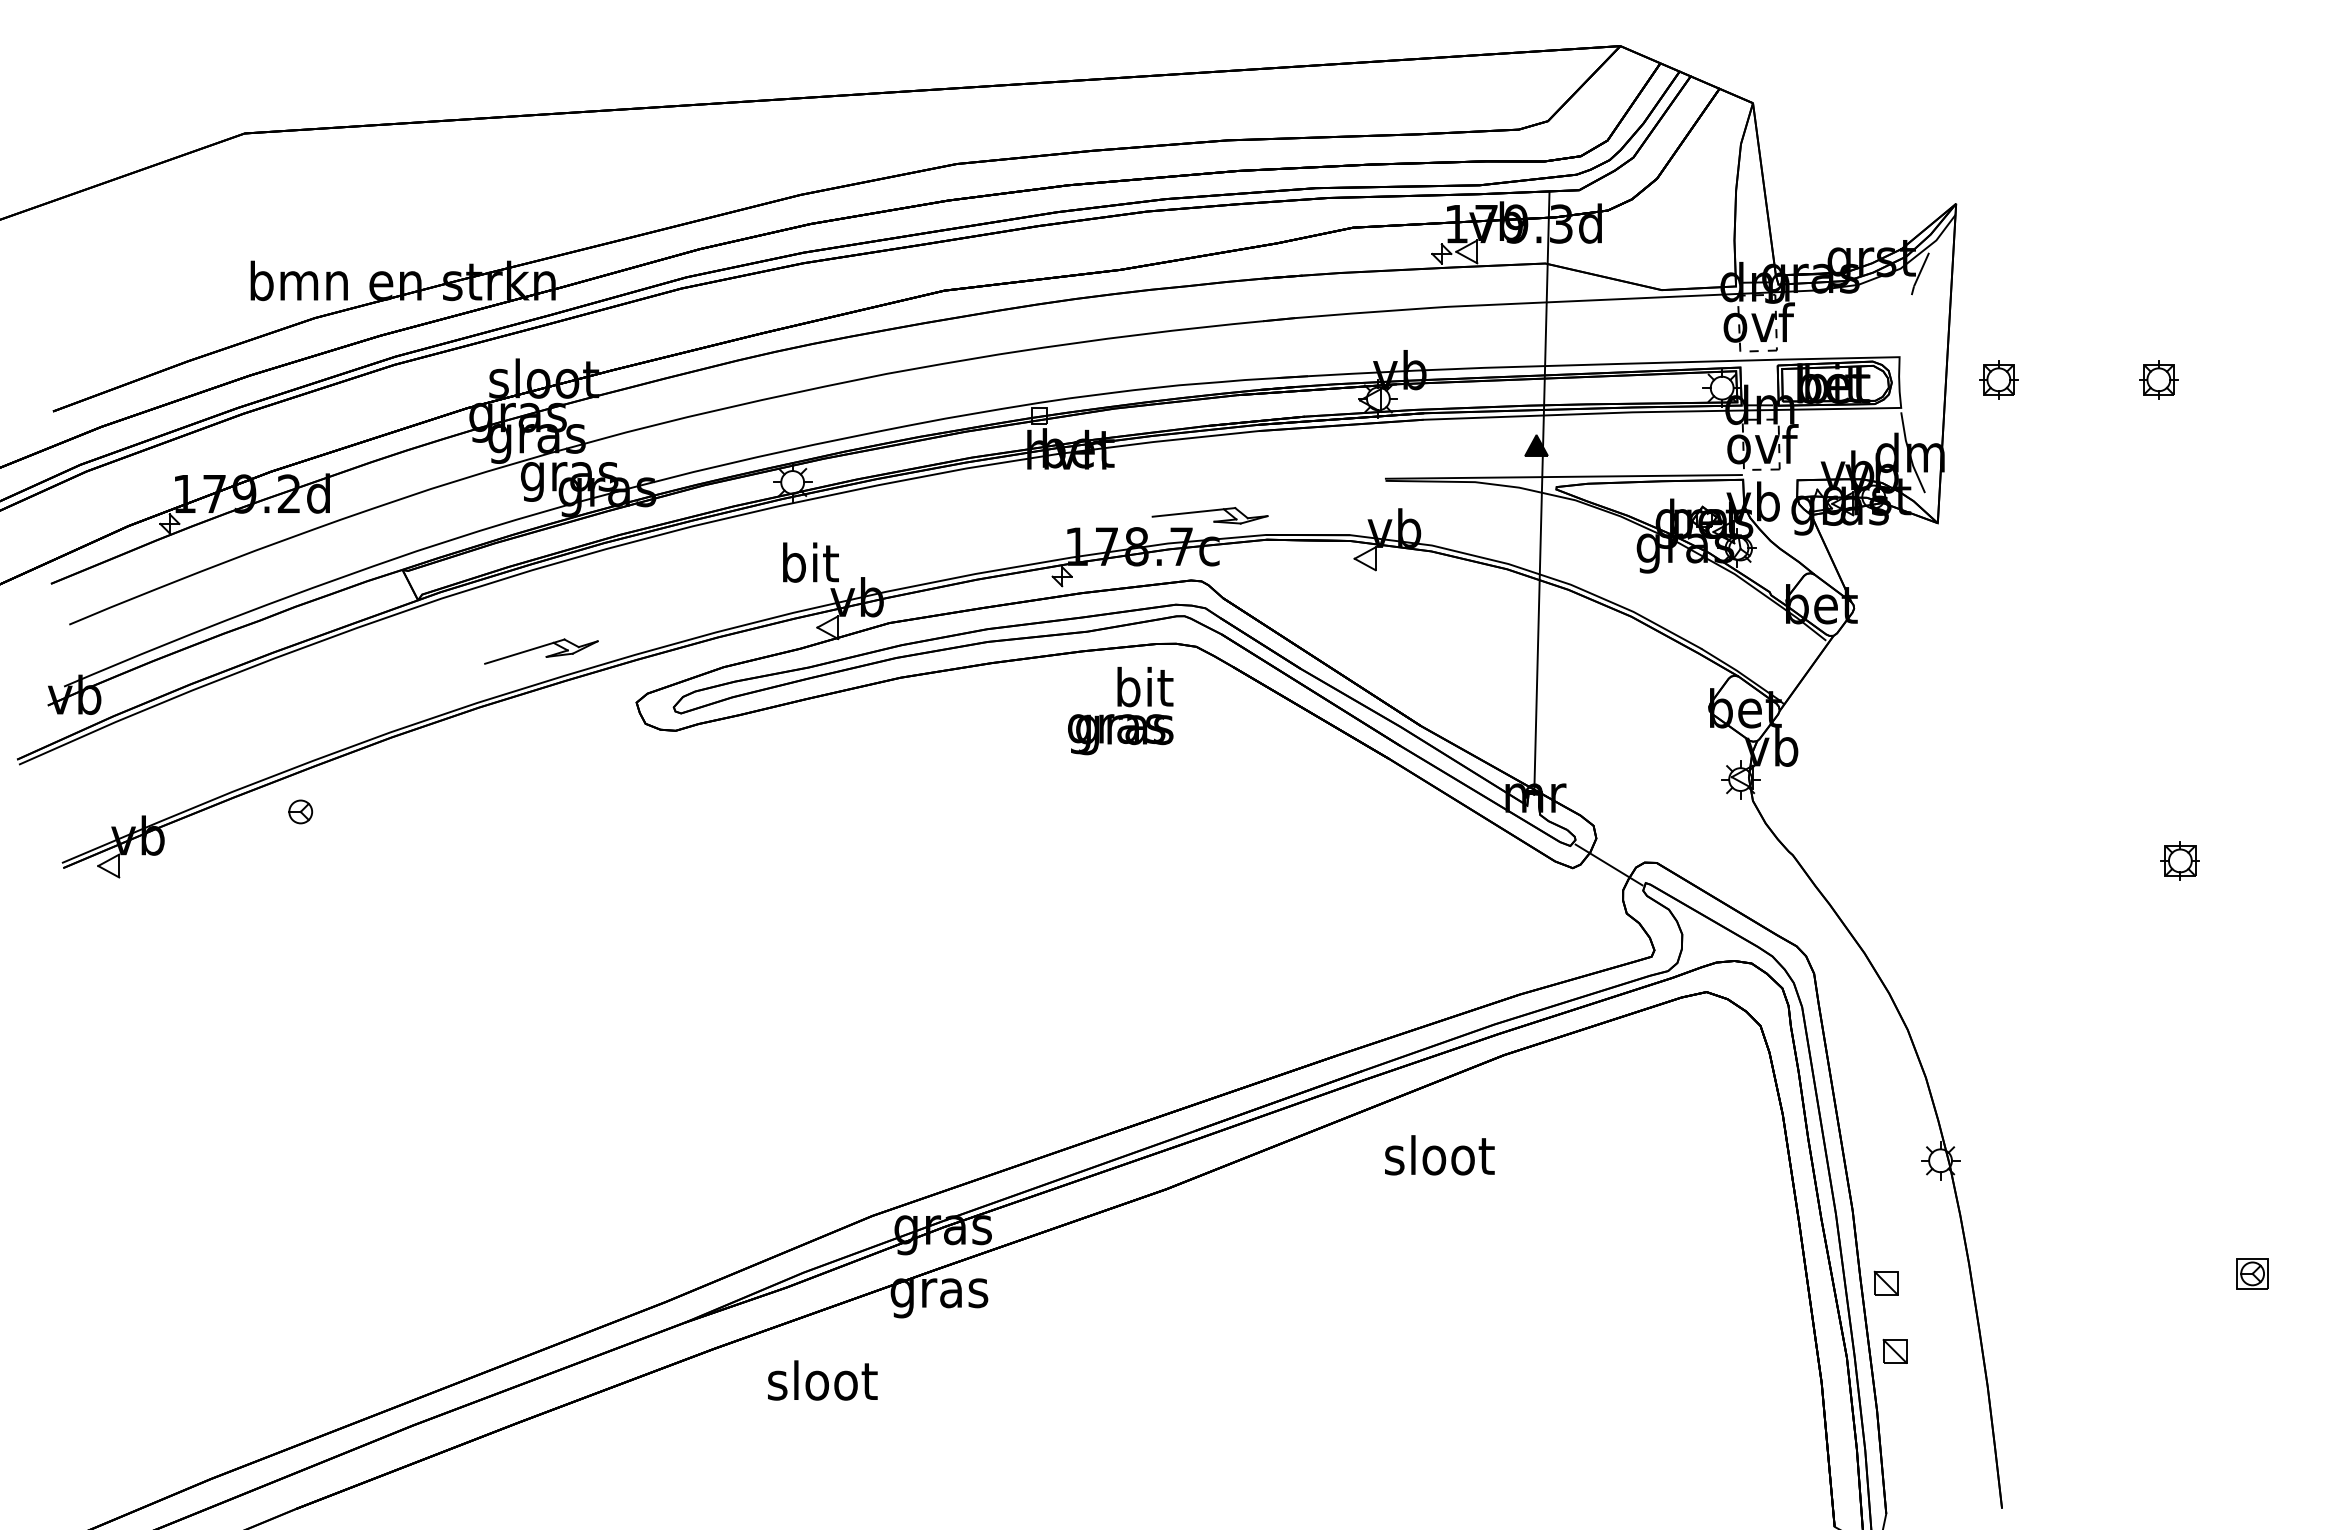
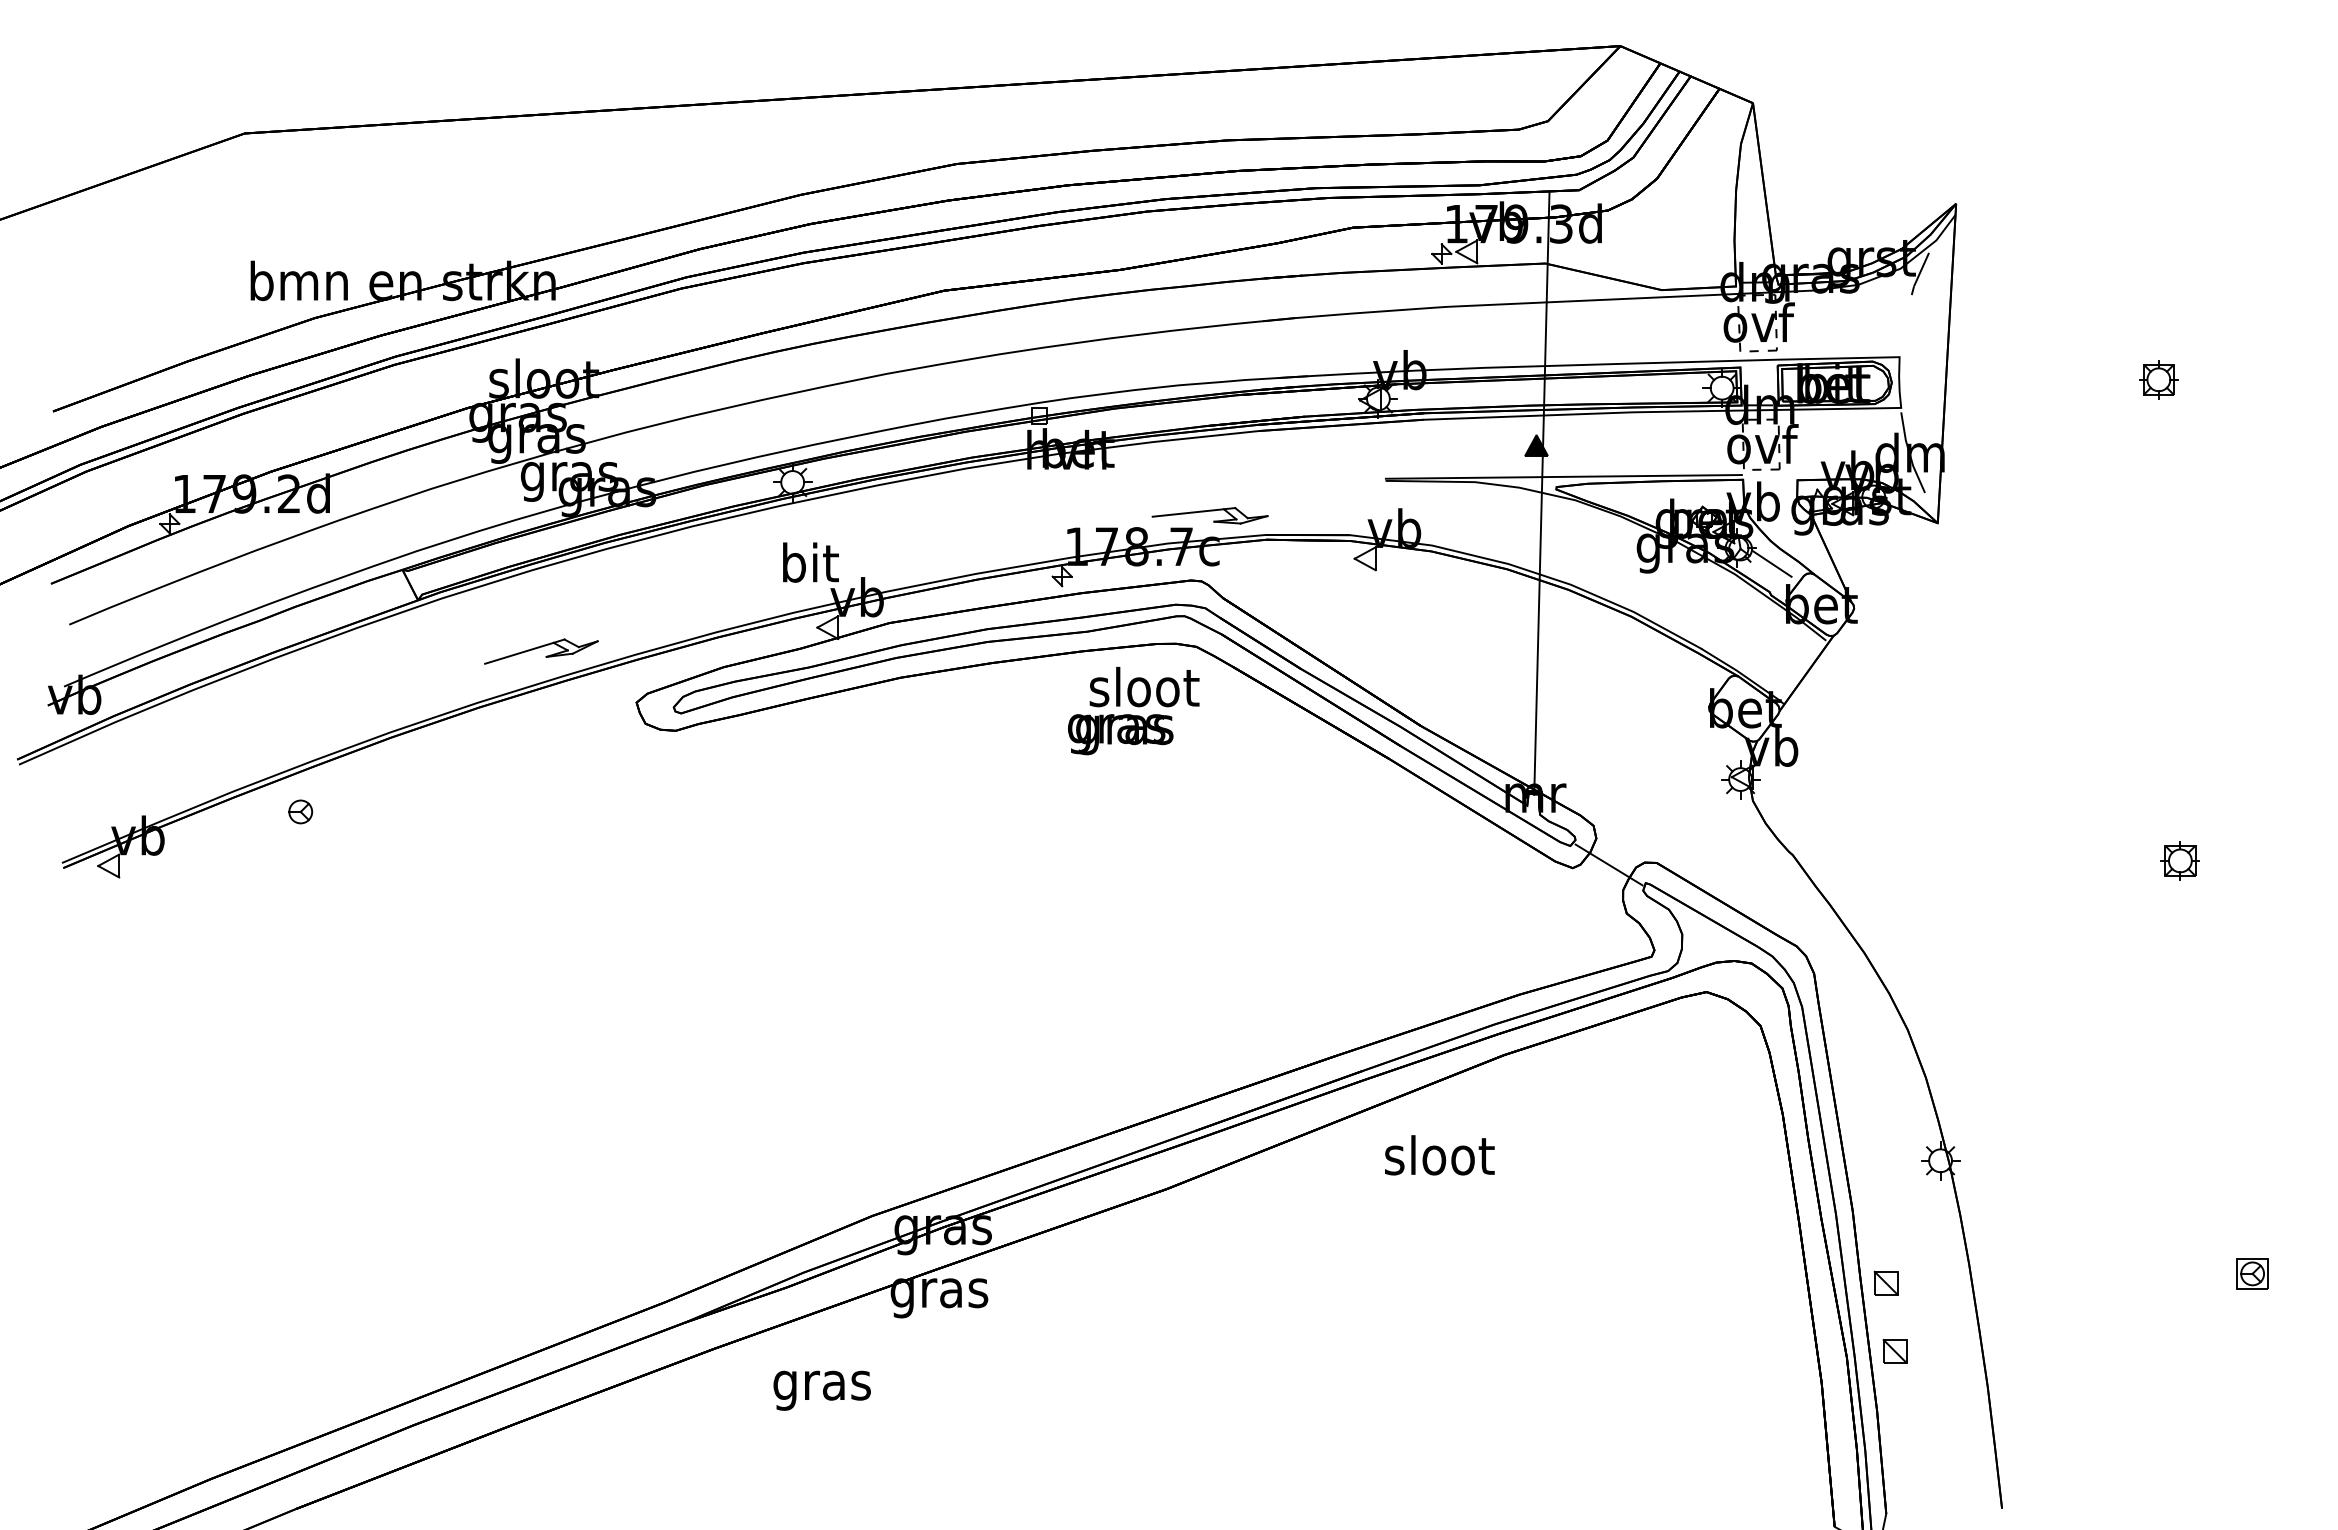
part at (1998, 379): present -> none
line at (1771, 563): none -> present
text at (1144, 686): bit -> sloot
text at (822, 1385): sloot -> gras
